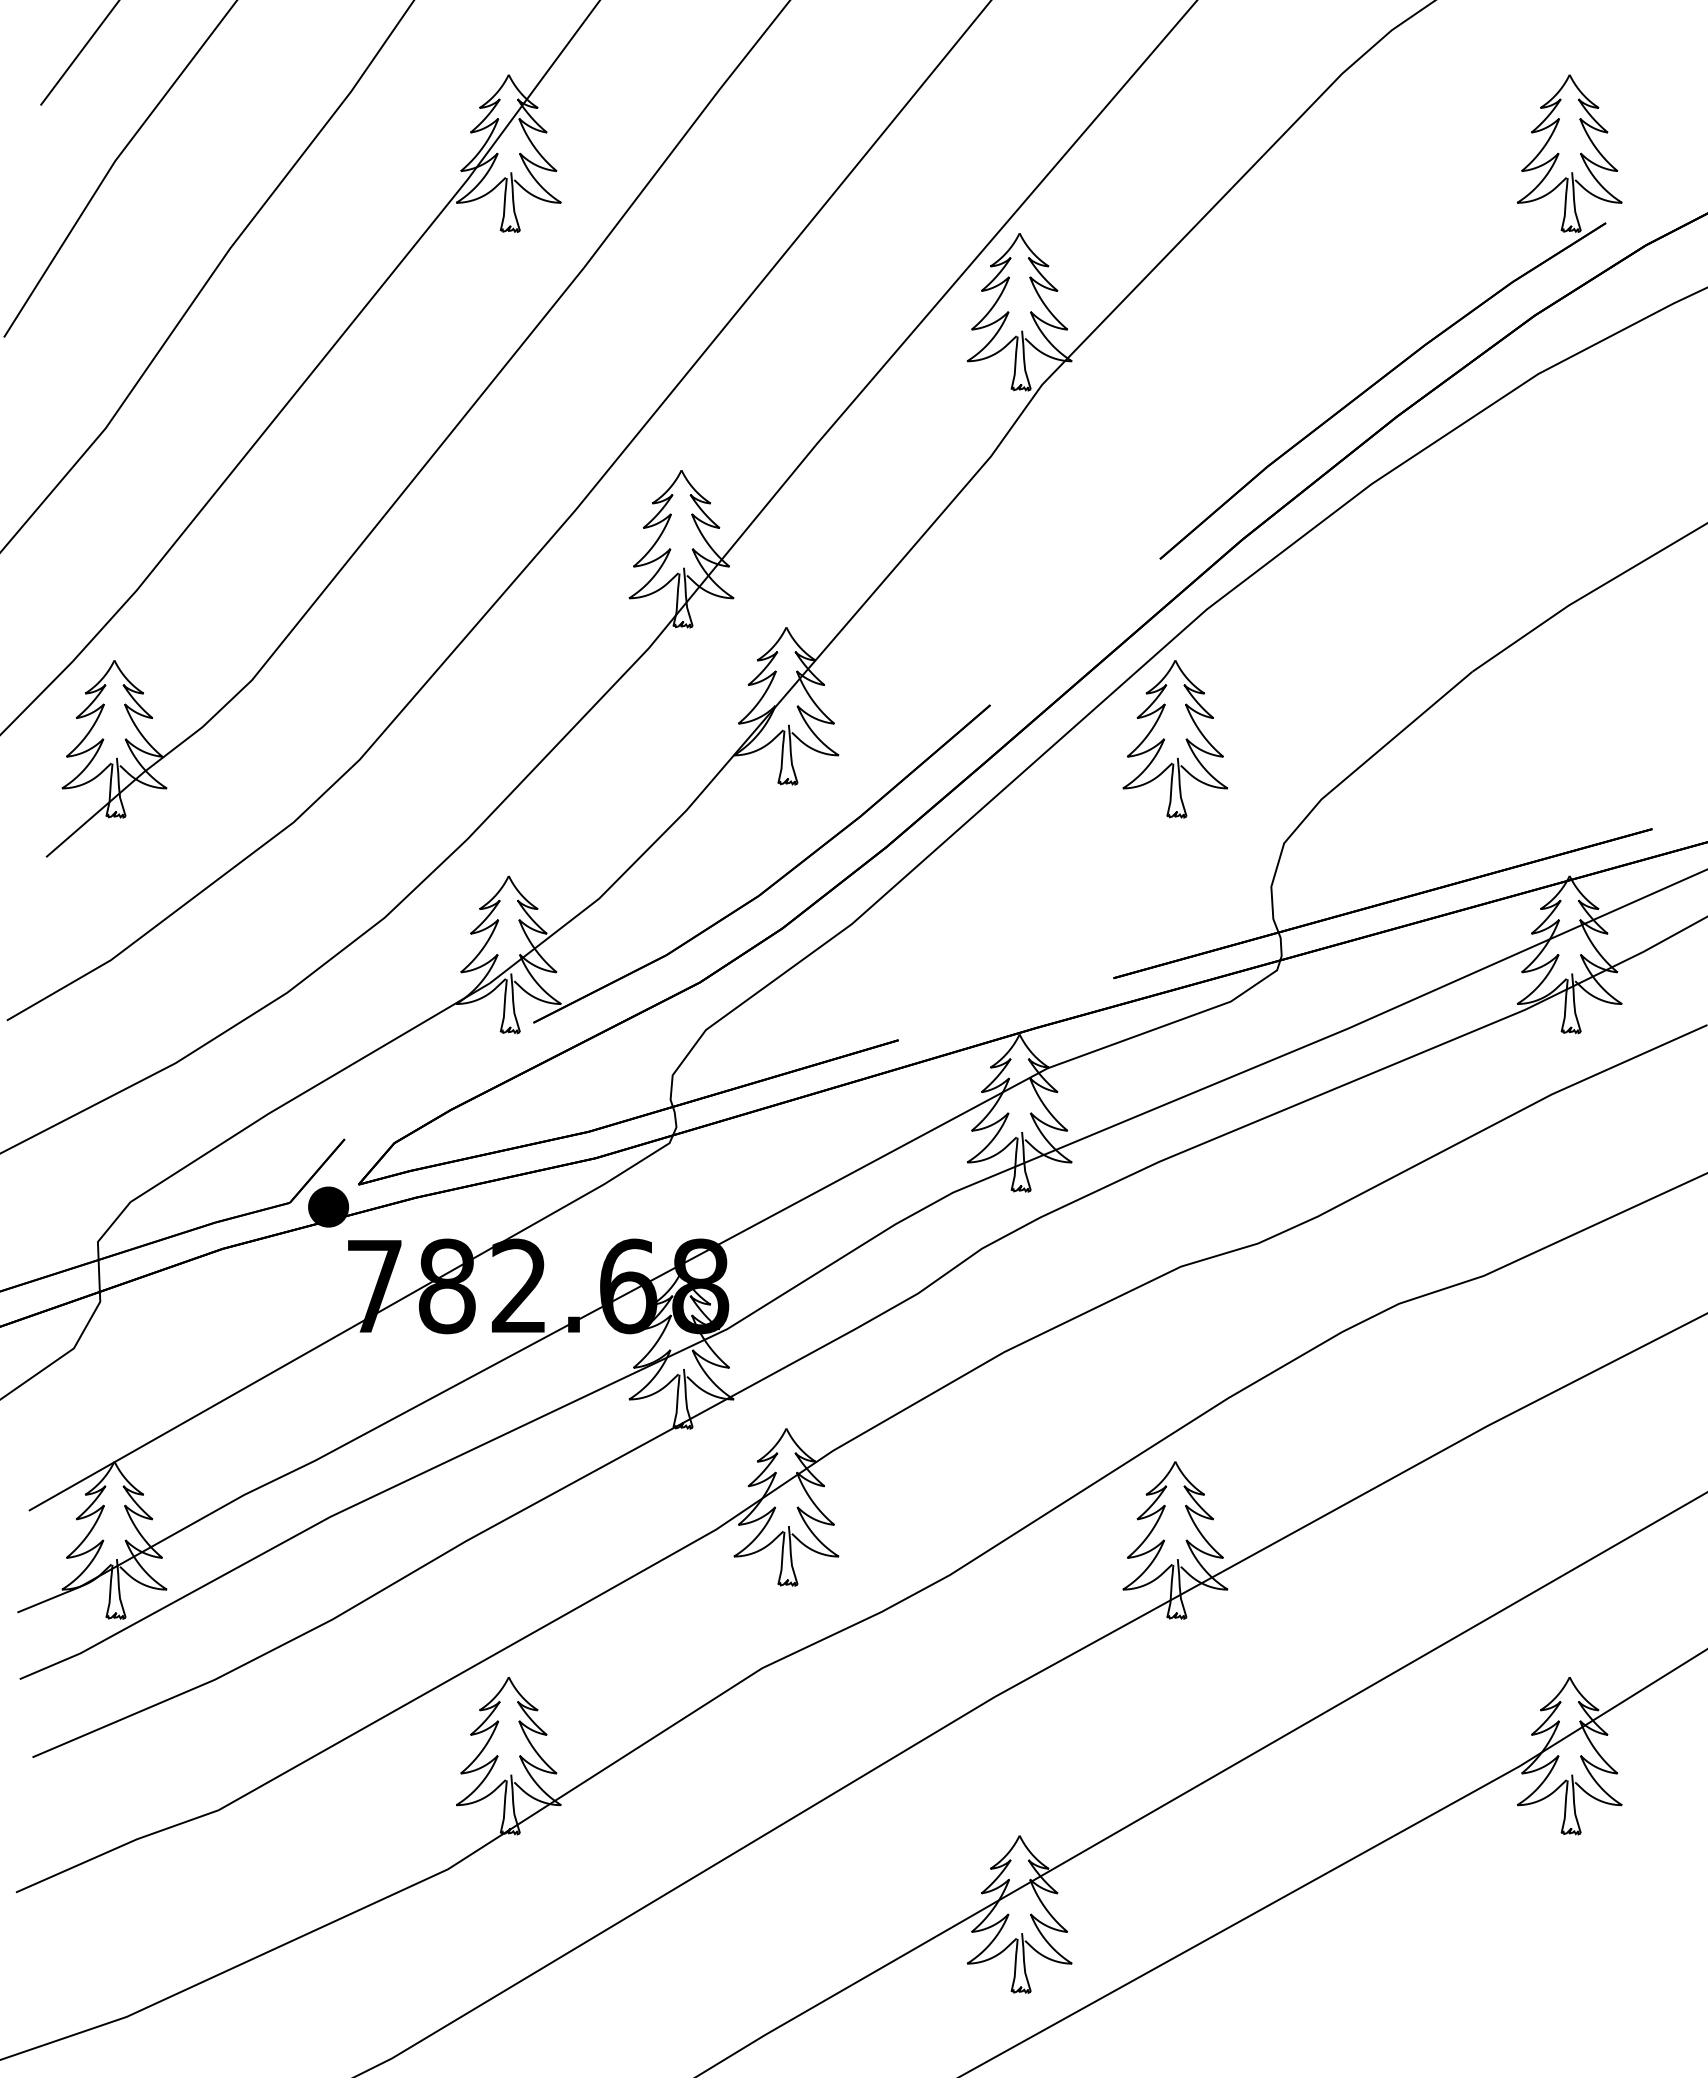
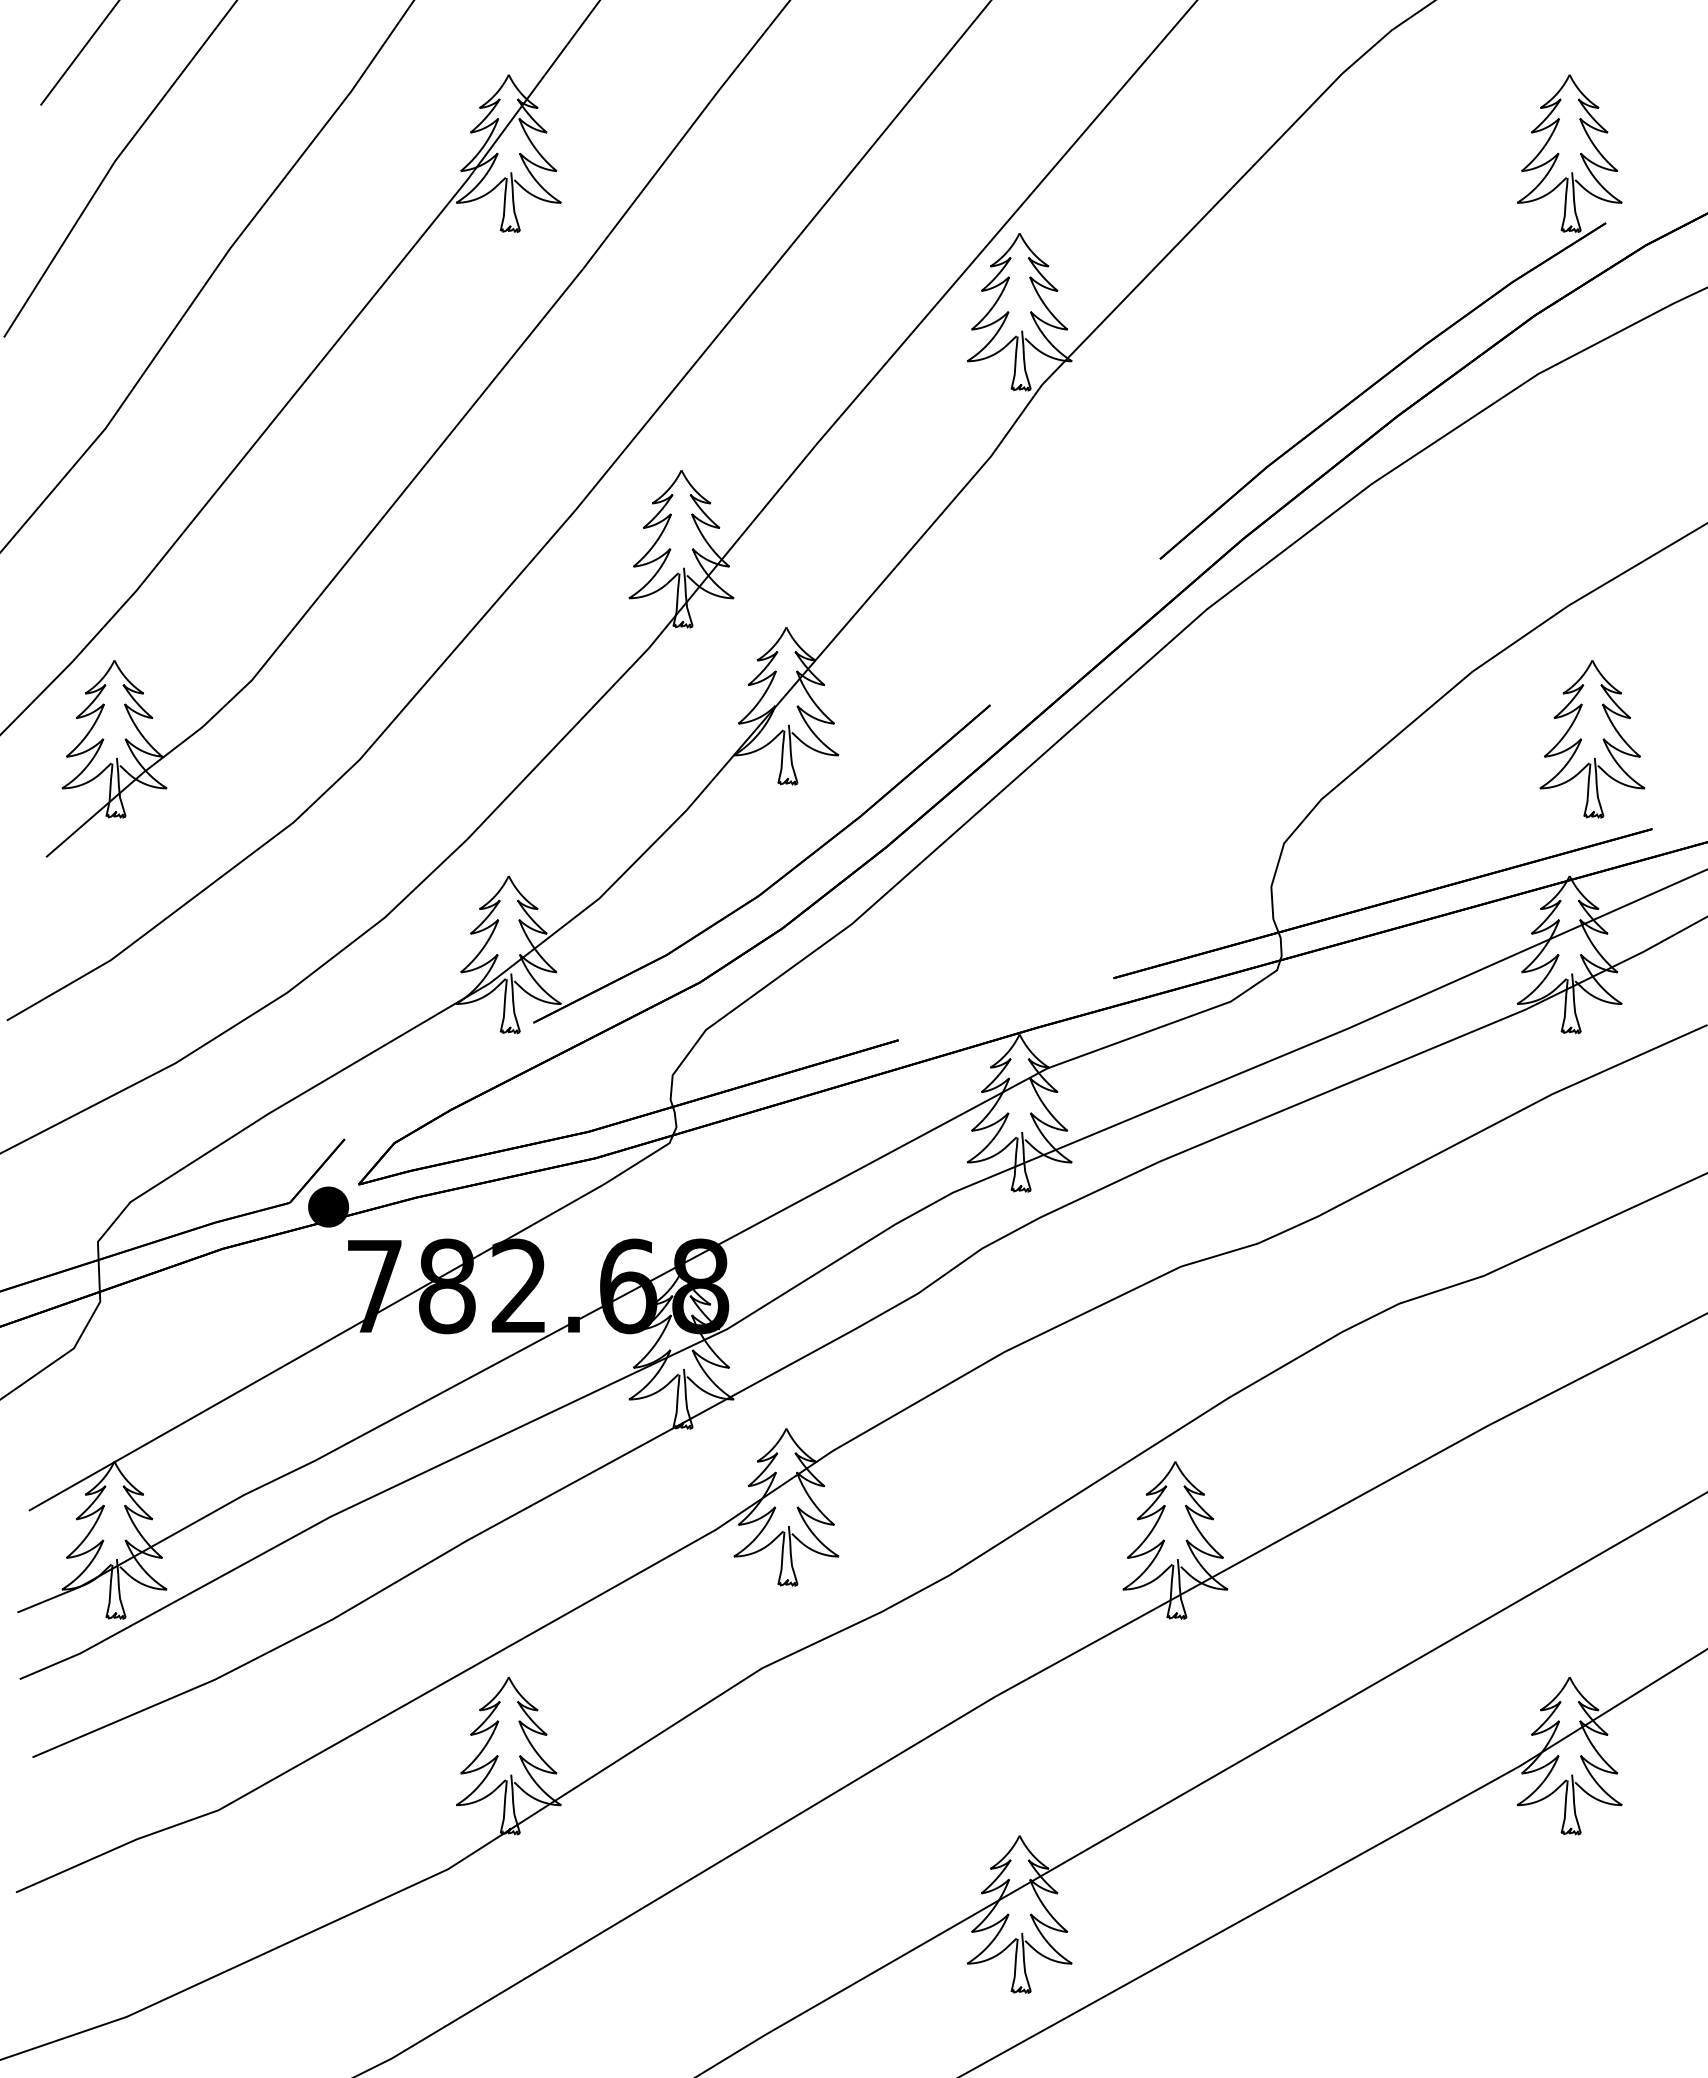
part at (1175, 739) position: (1175, 739) -> (1592, 739)
